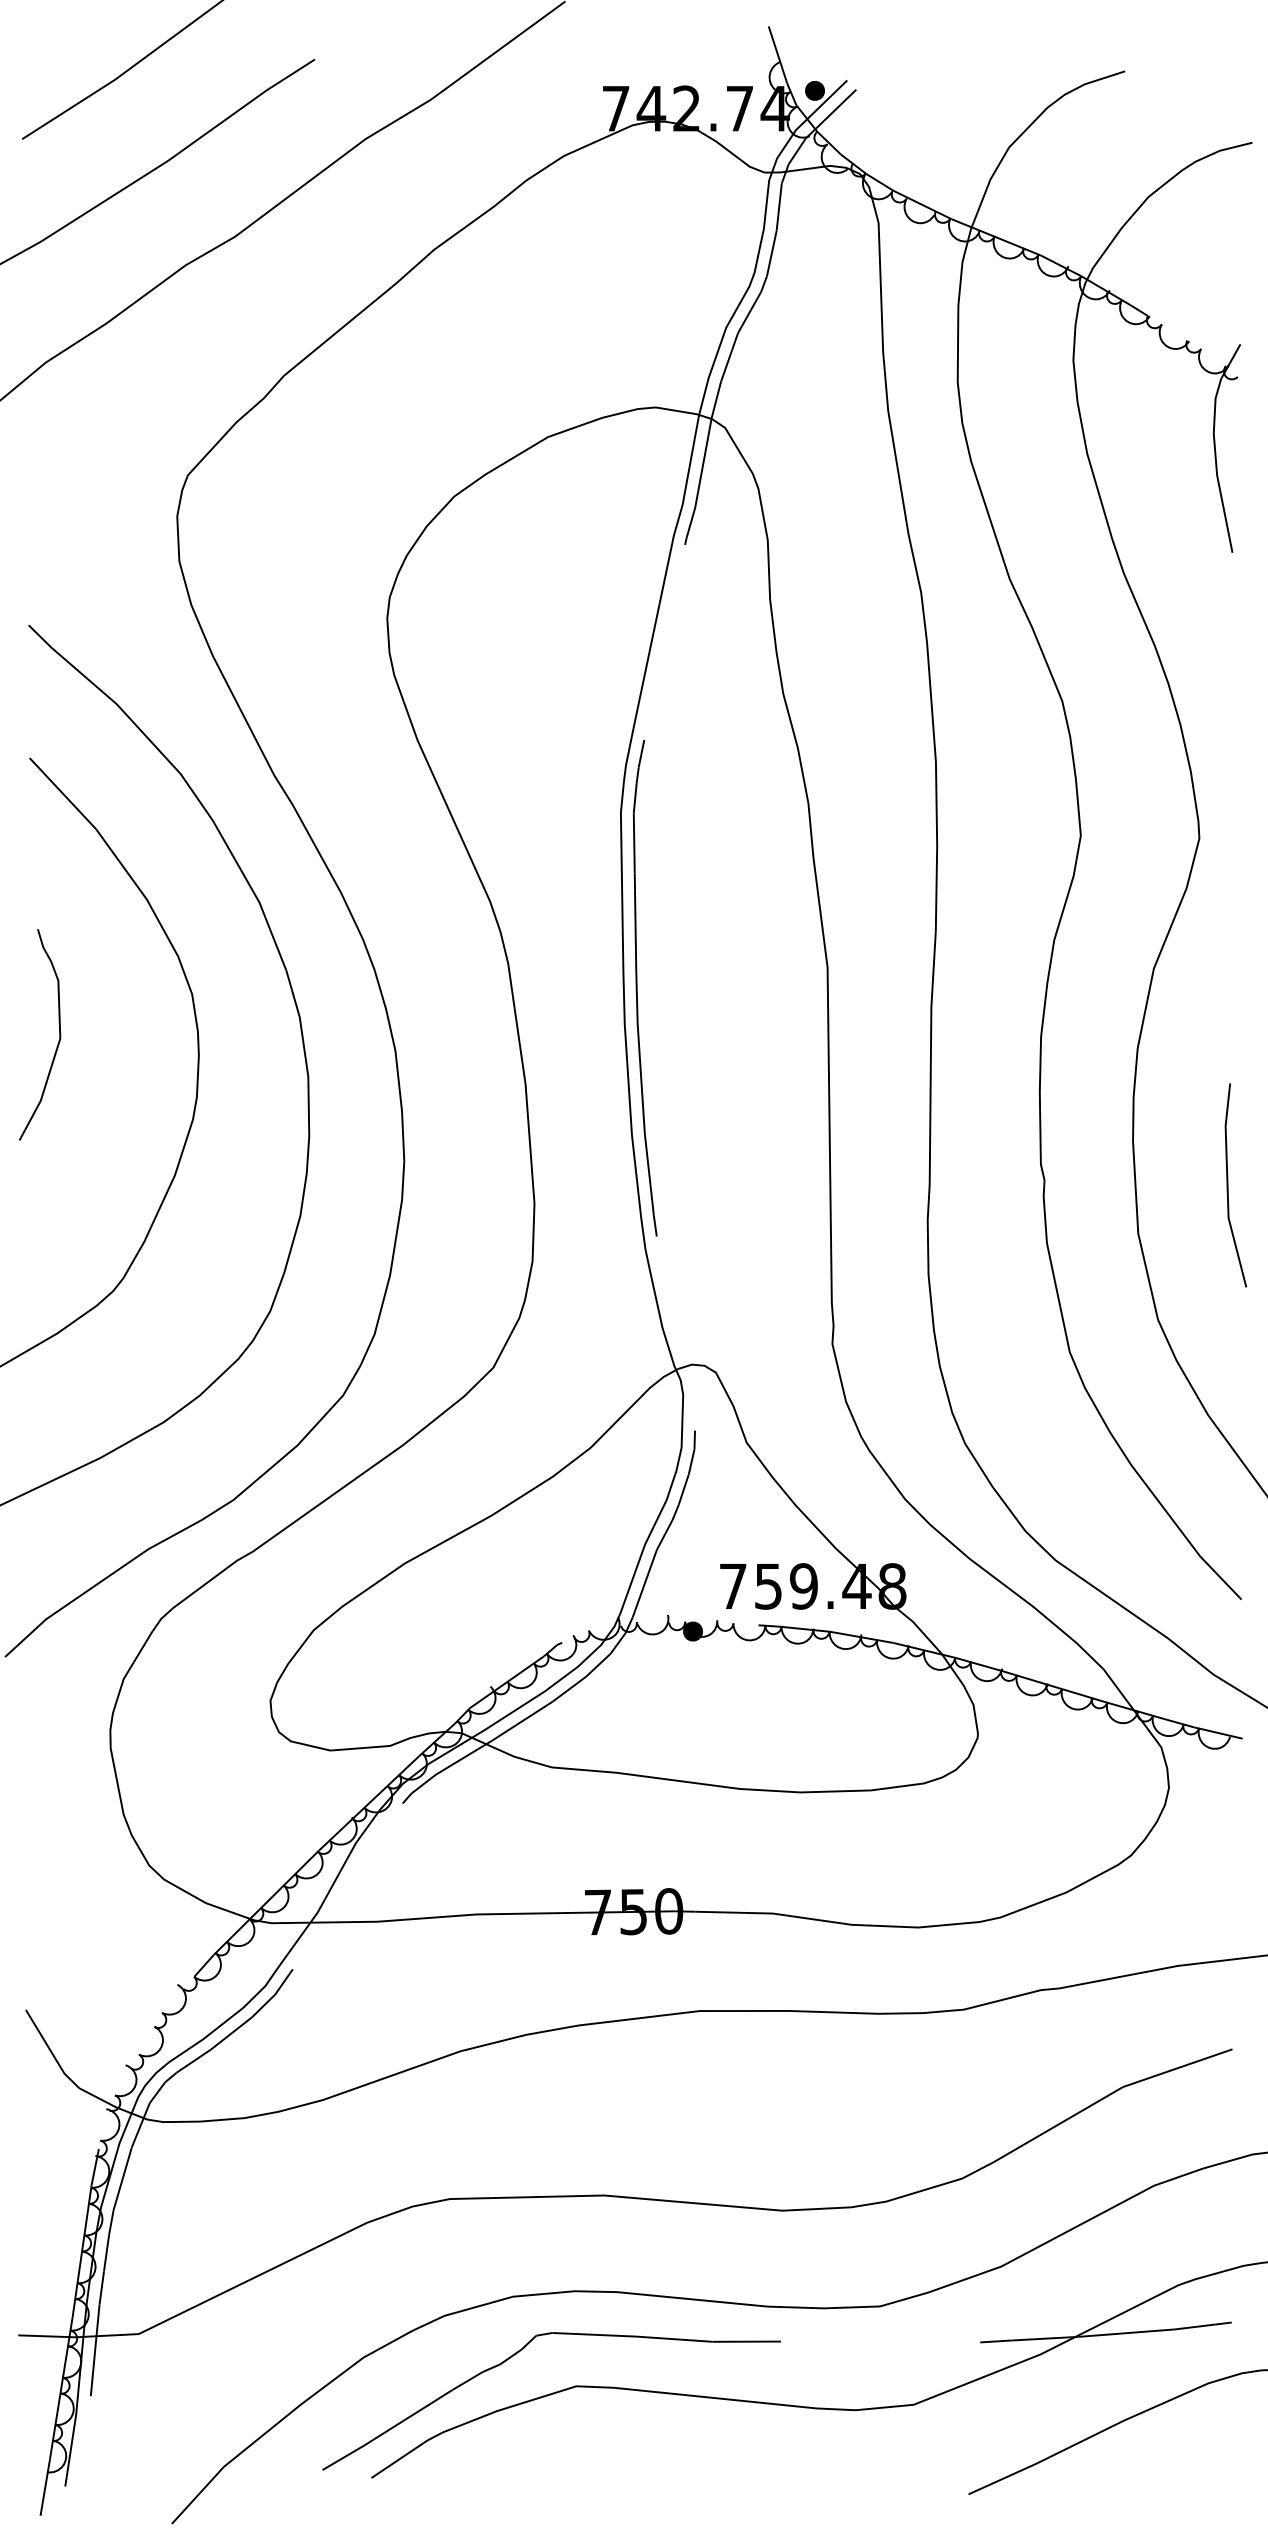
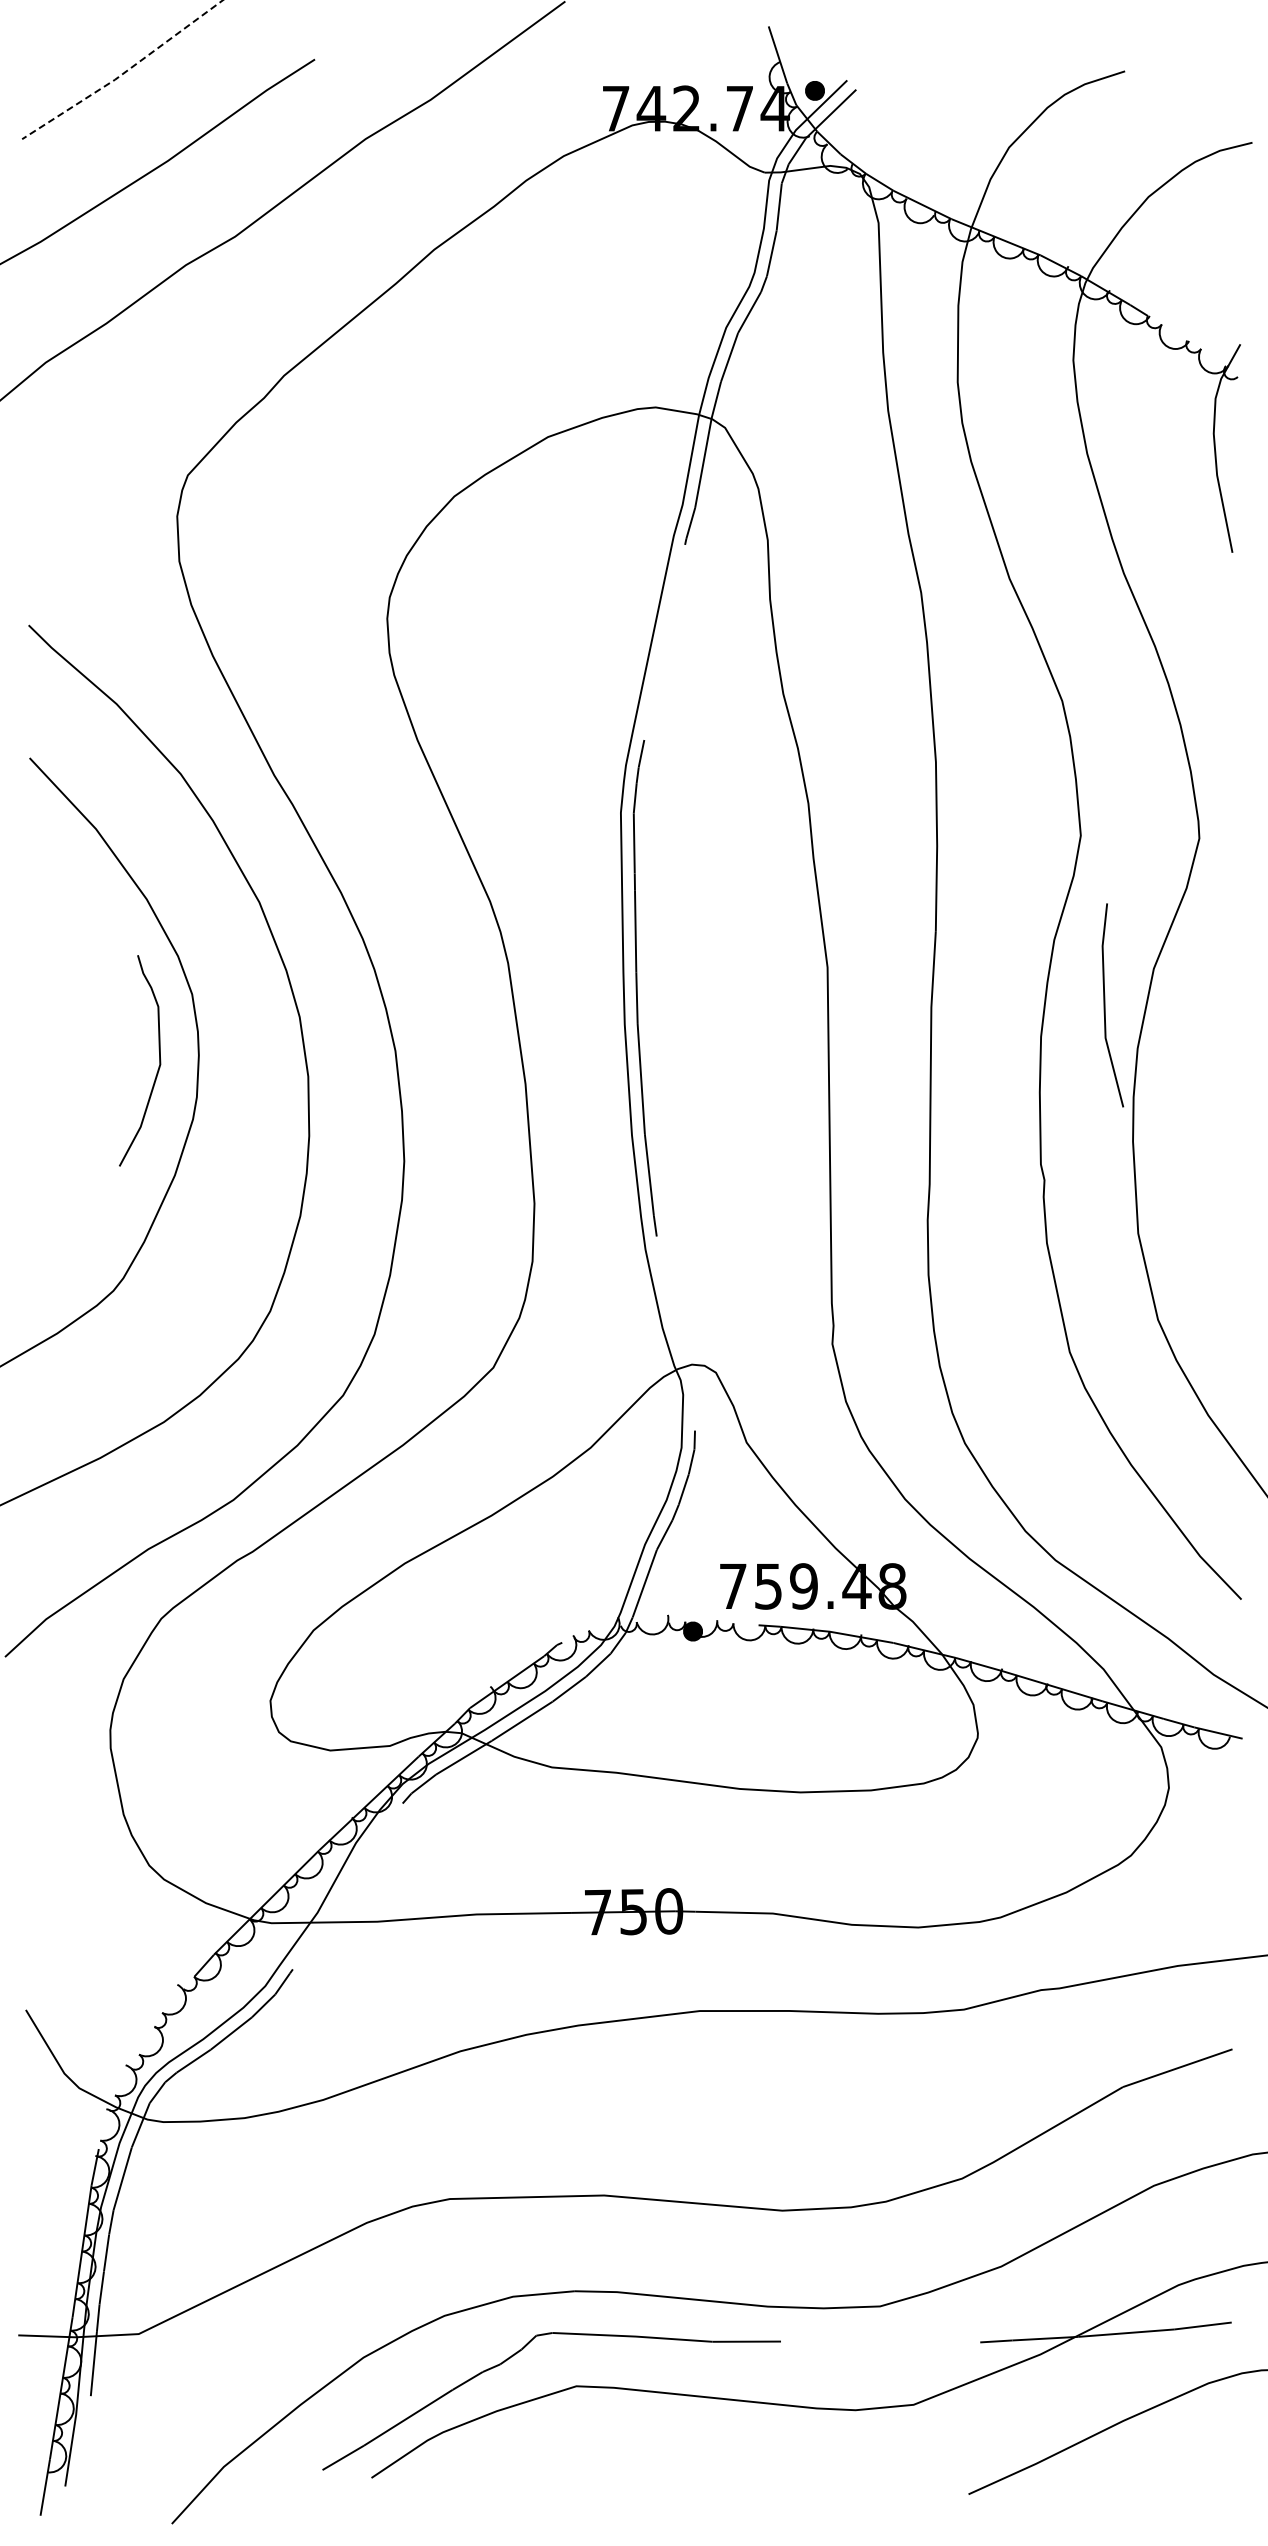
line at (123, 73): solid -> dashed
curve at (58, 1040) position: (58, 1040) -> (158, 1066)
line at (1228, 1185) position: (1228, 1185) -> (1105, 1005)
